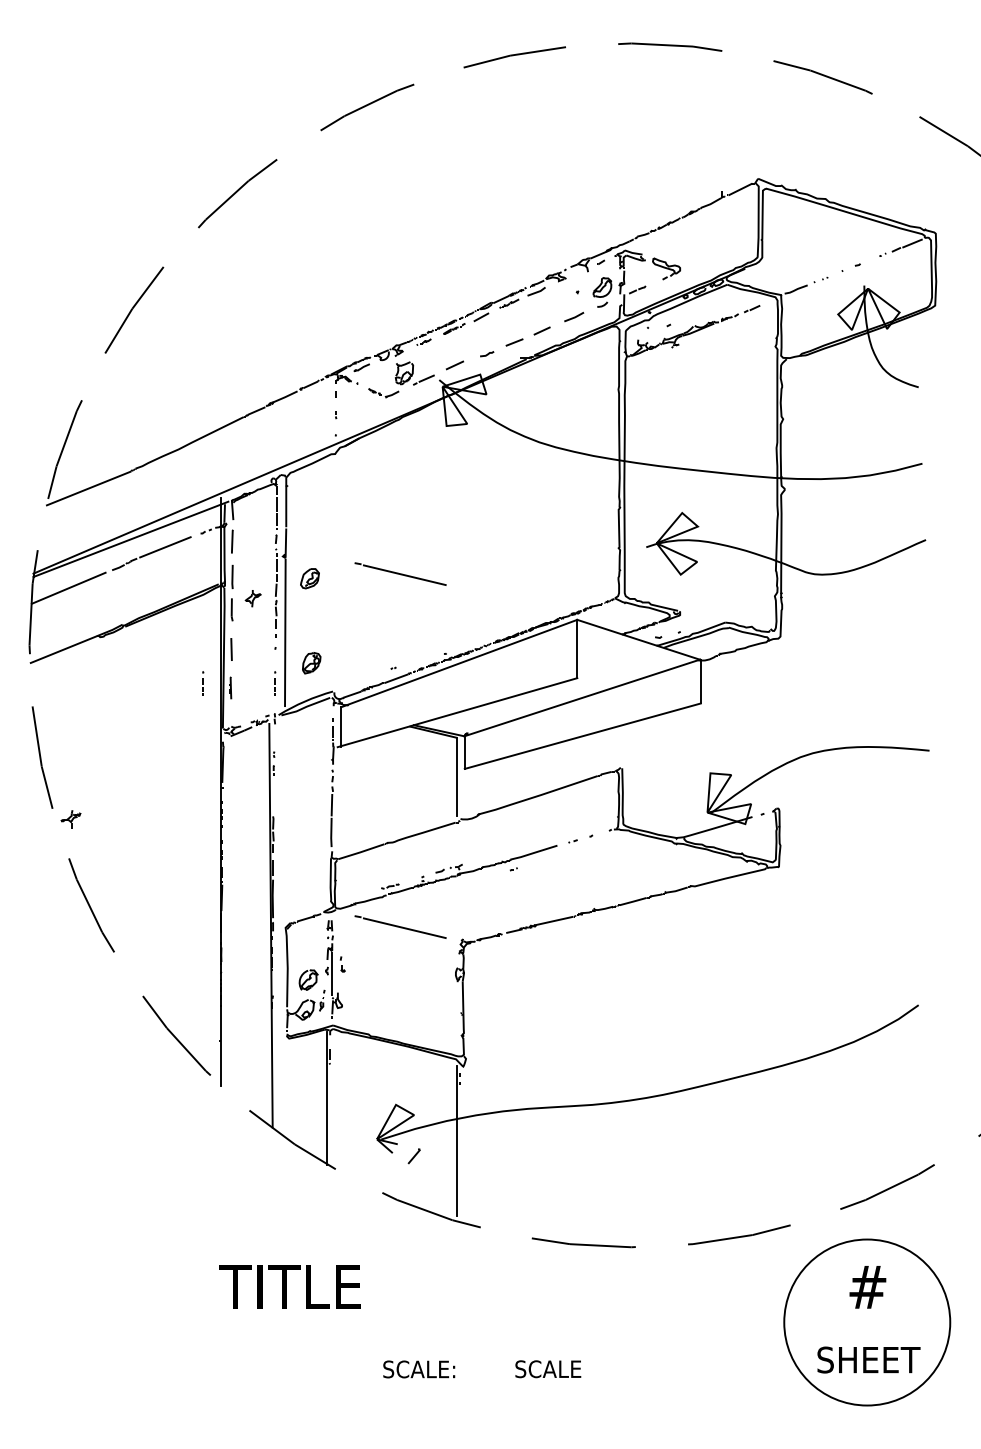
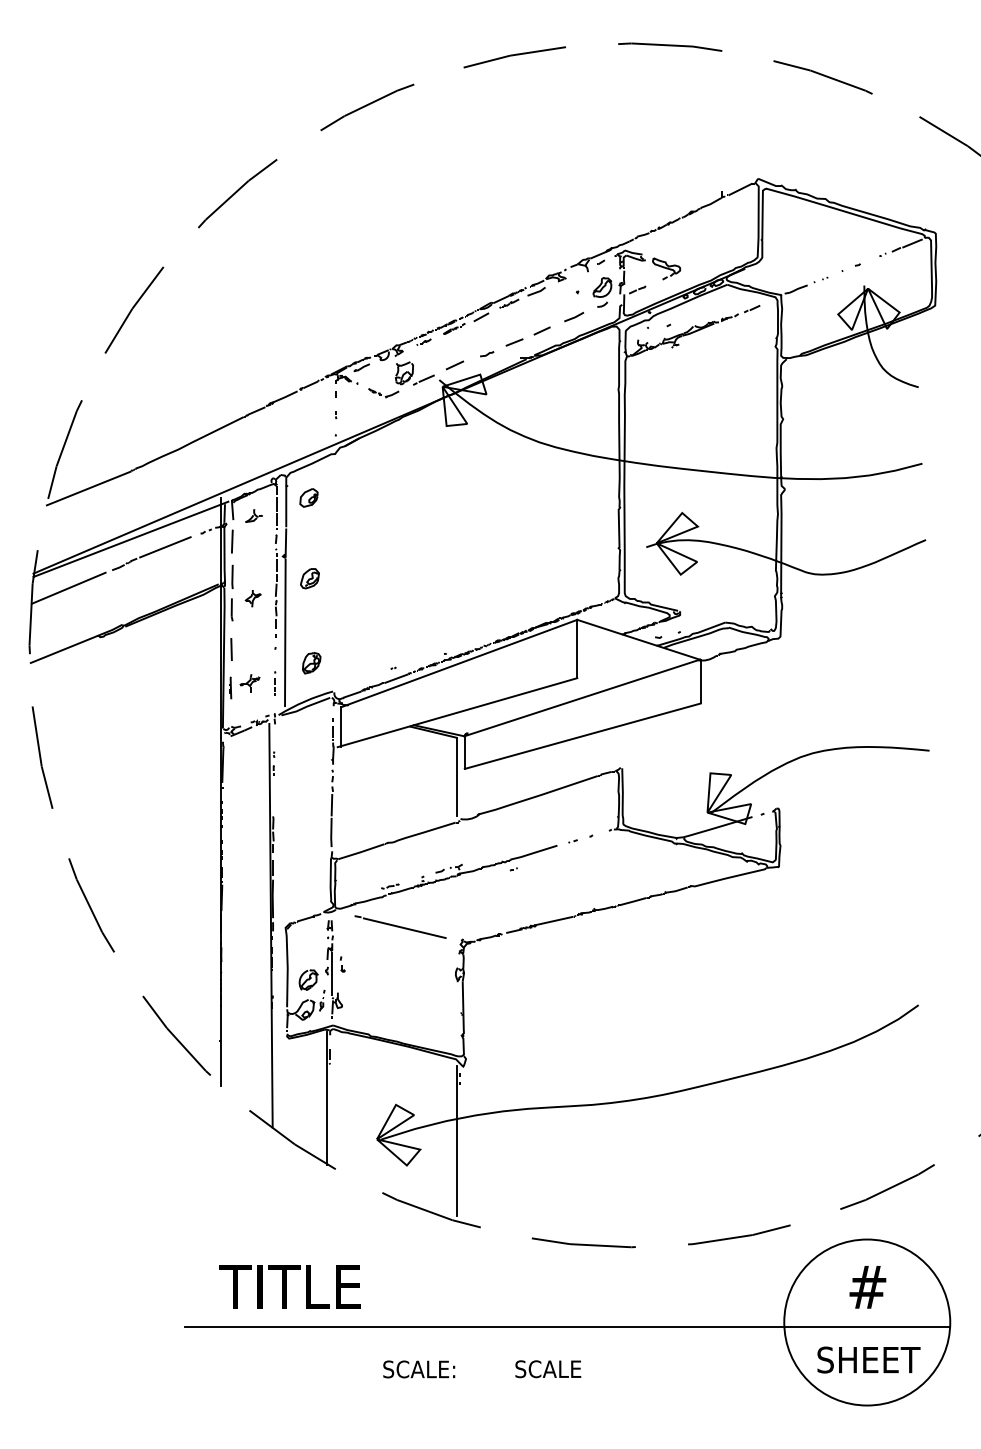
part at (308, 497): none -> present
part at (253, 515): none -> present
line at (400, 573): present -> none
part at (203, 683): present -> none
part at (70, 819) position: (70, 819) -> (249, 683)
line at (415, 1155): dashed -> solid
line at (567, 1326): none -> present
